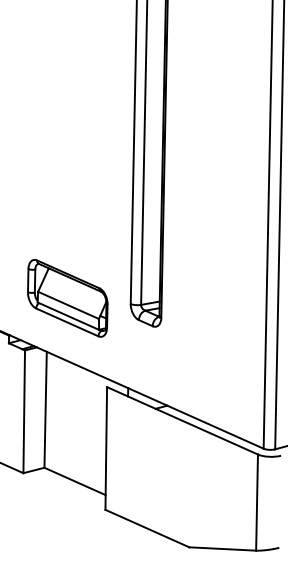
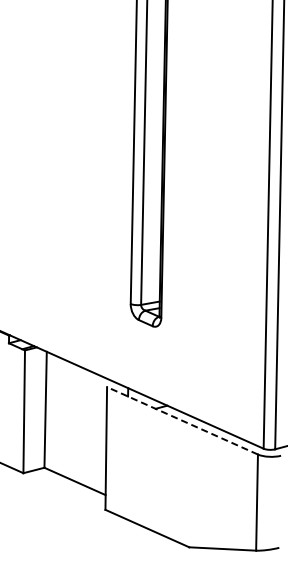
part at (67, 298): present -> none
line at (182, 420): solid -> dashed
